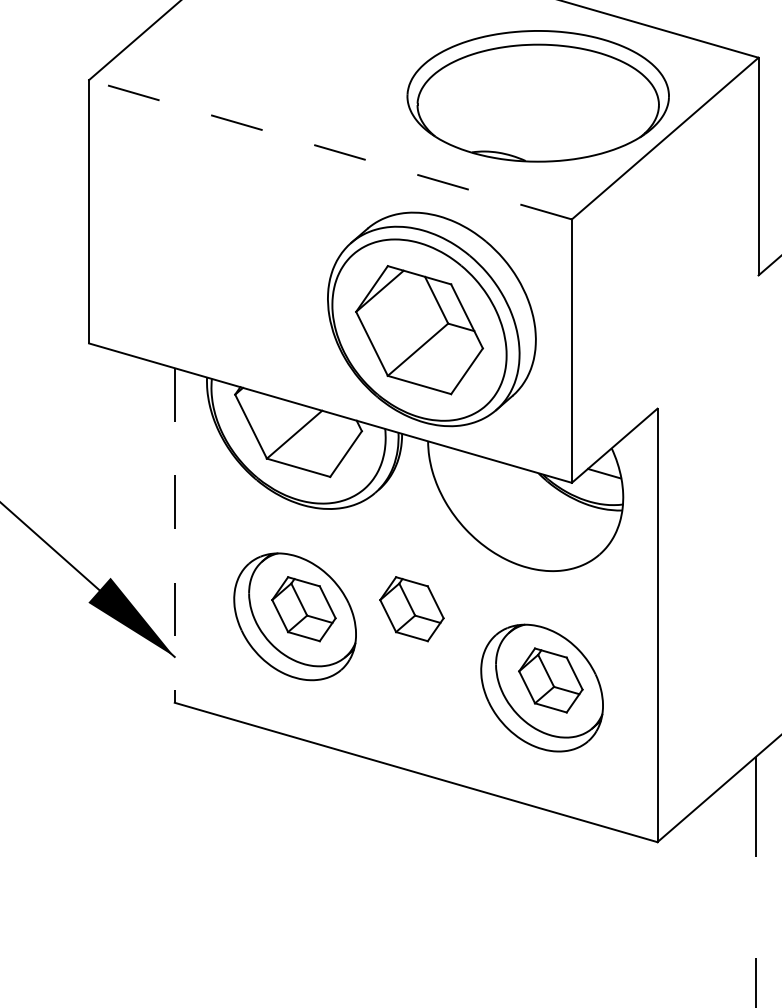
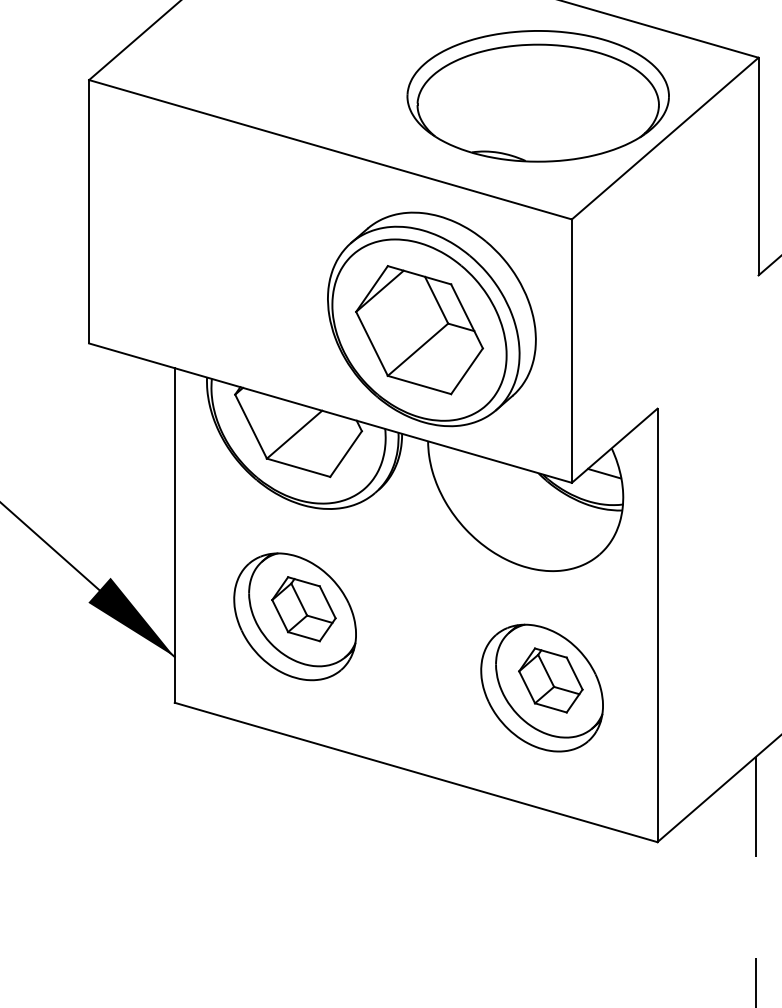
line at (330, 149): dashed -> solid
line at (174, 536): dashed -> solid
part at (411, 609): present -> none
